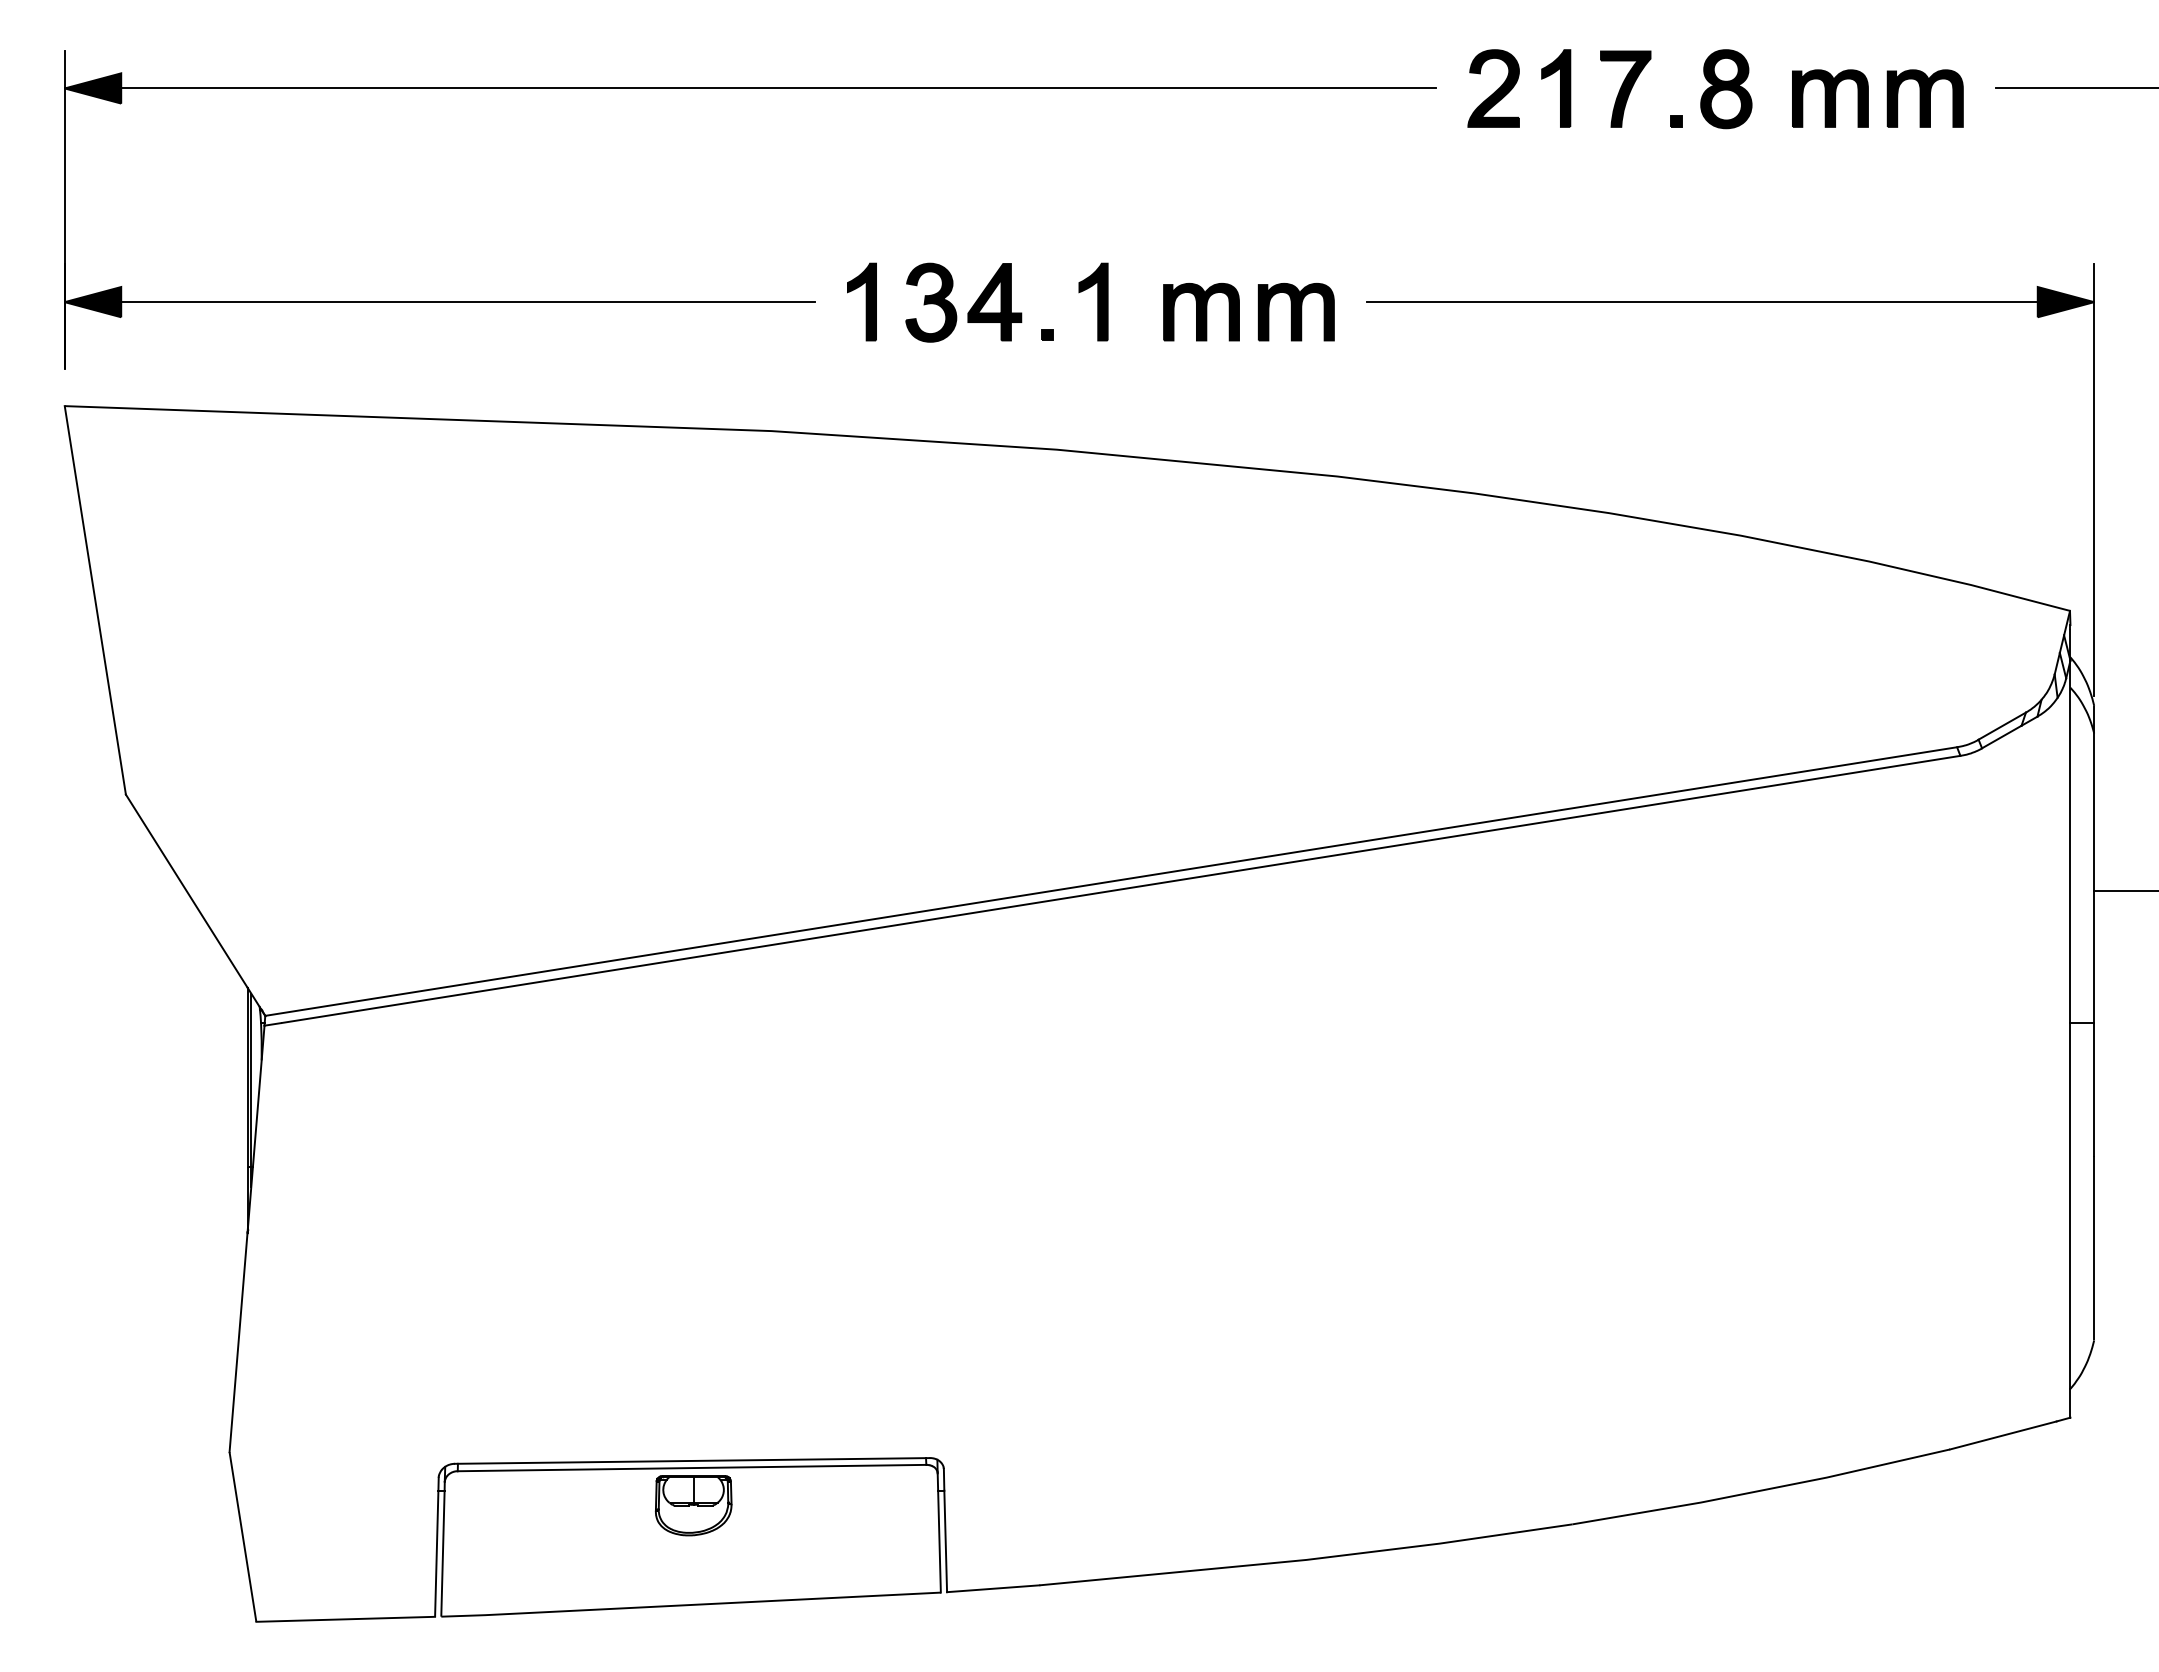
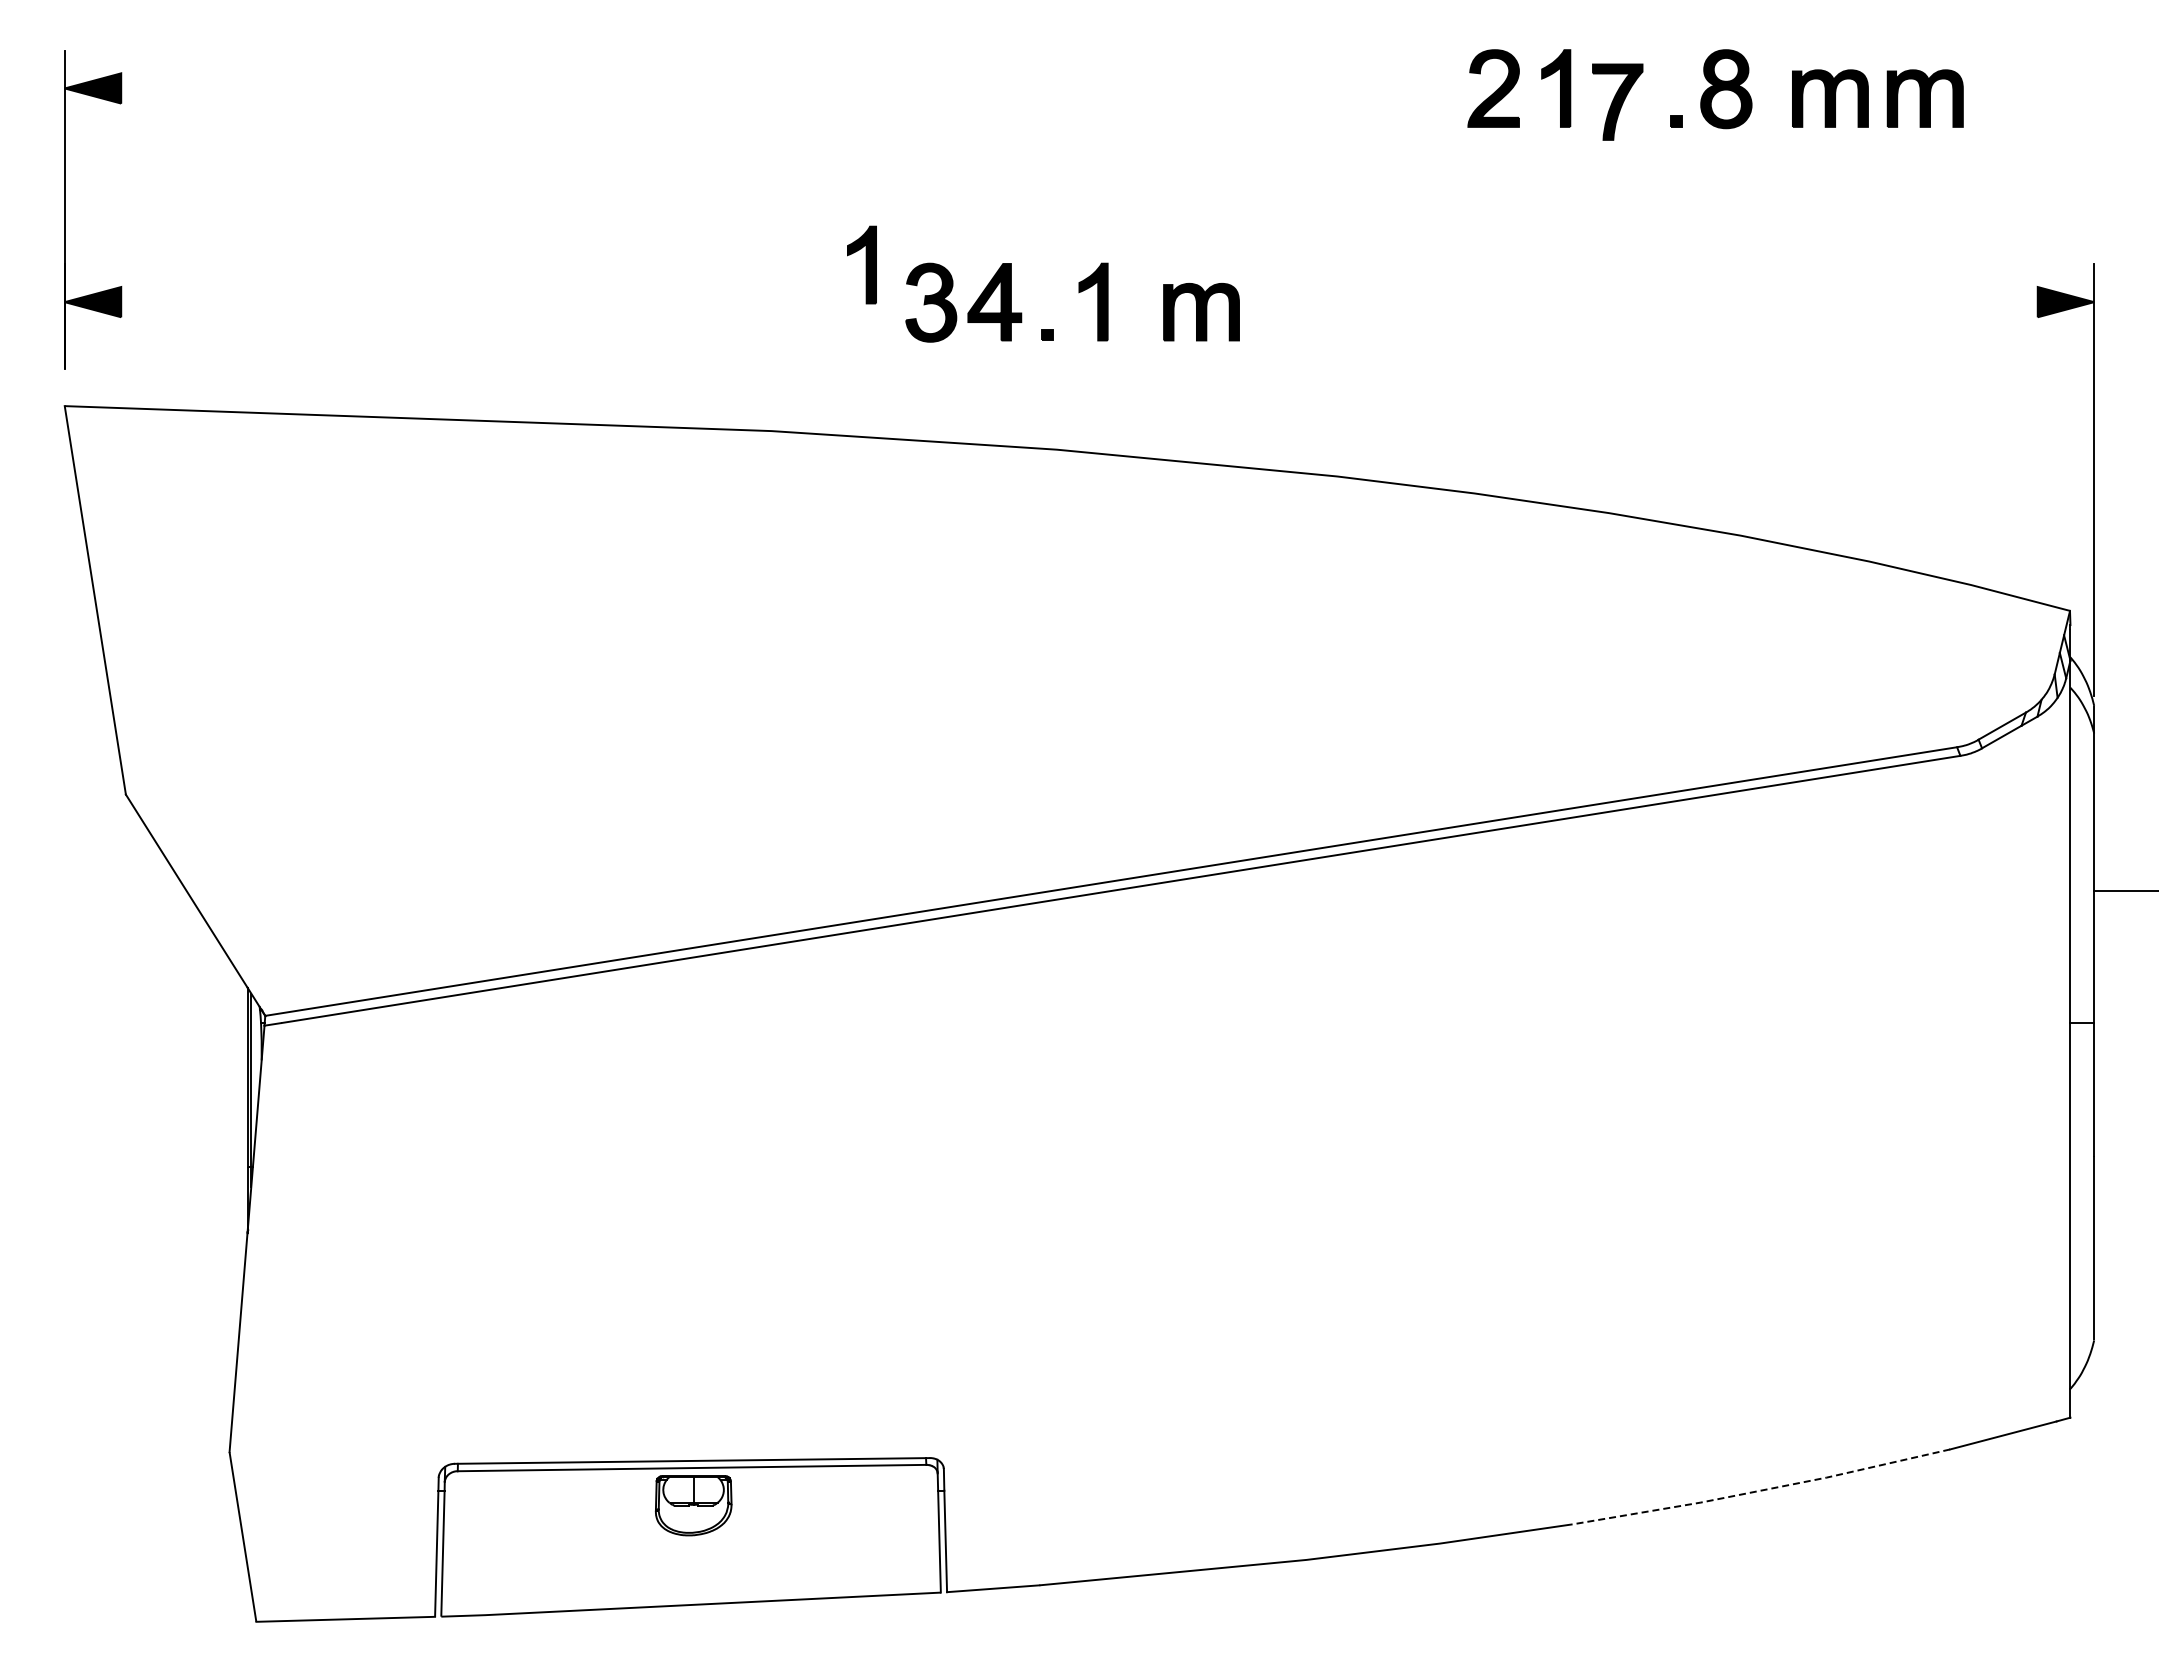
line at (749, 88): present -> none
part at (1625, 88) position: (1625, 88) -> (1617, 101)
line at (2075, 88): present -> none
part at (861, 301) position: (861, 301) -> (861, 264)
line at (439, 302): present -> none
line at (1730, 302): present -> none
part at (1295, 312): present -> none
line at (1761, 1490): solid -> dashed
